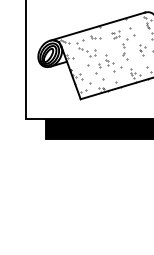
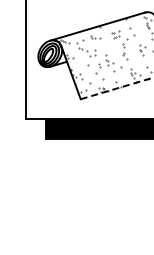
line at (116, 88): solid -> dashed
